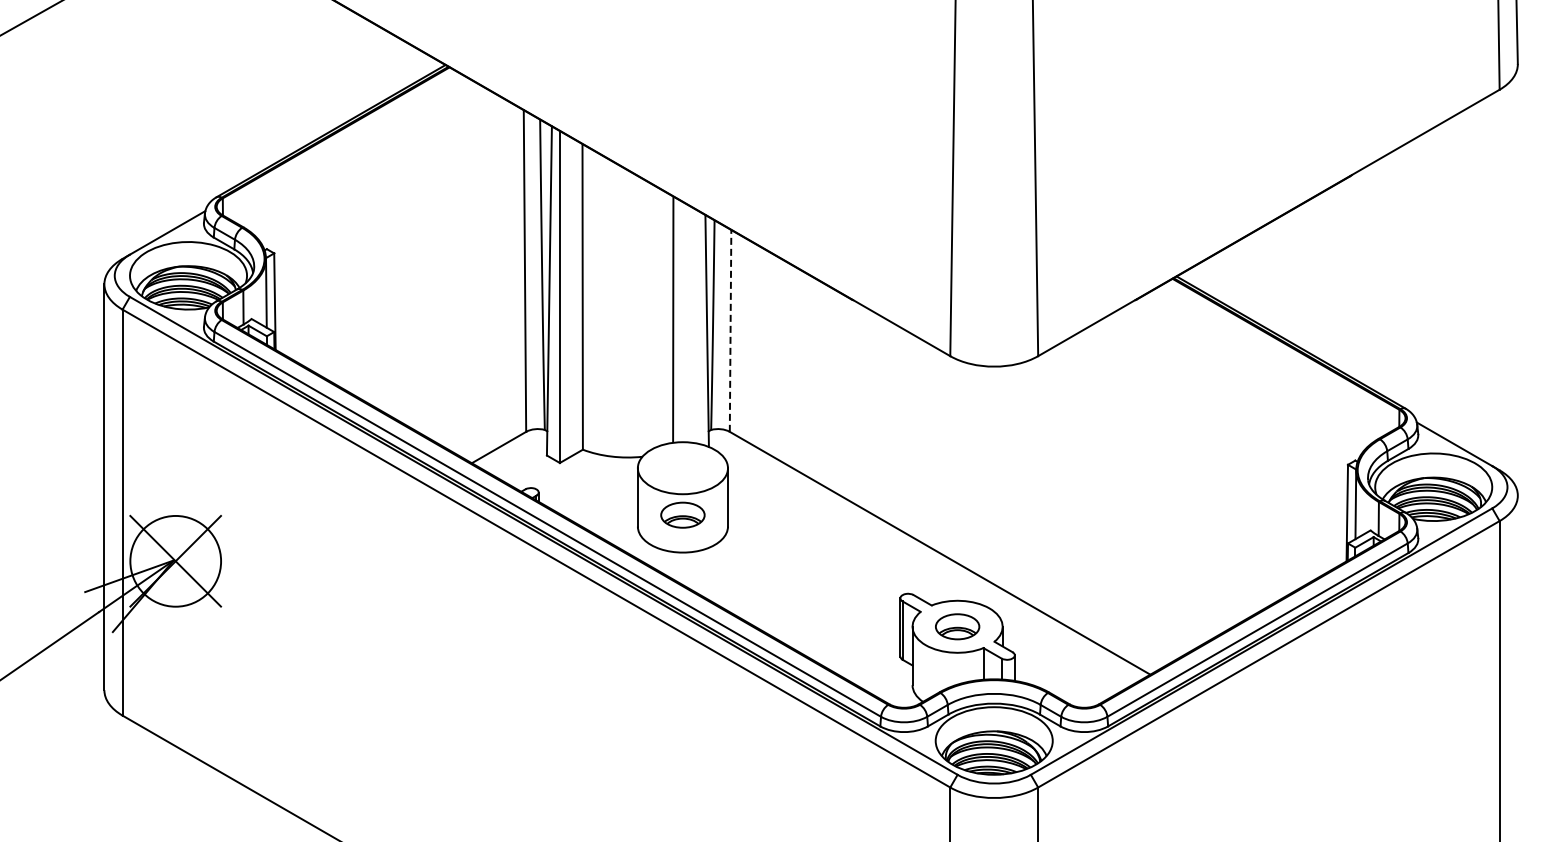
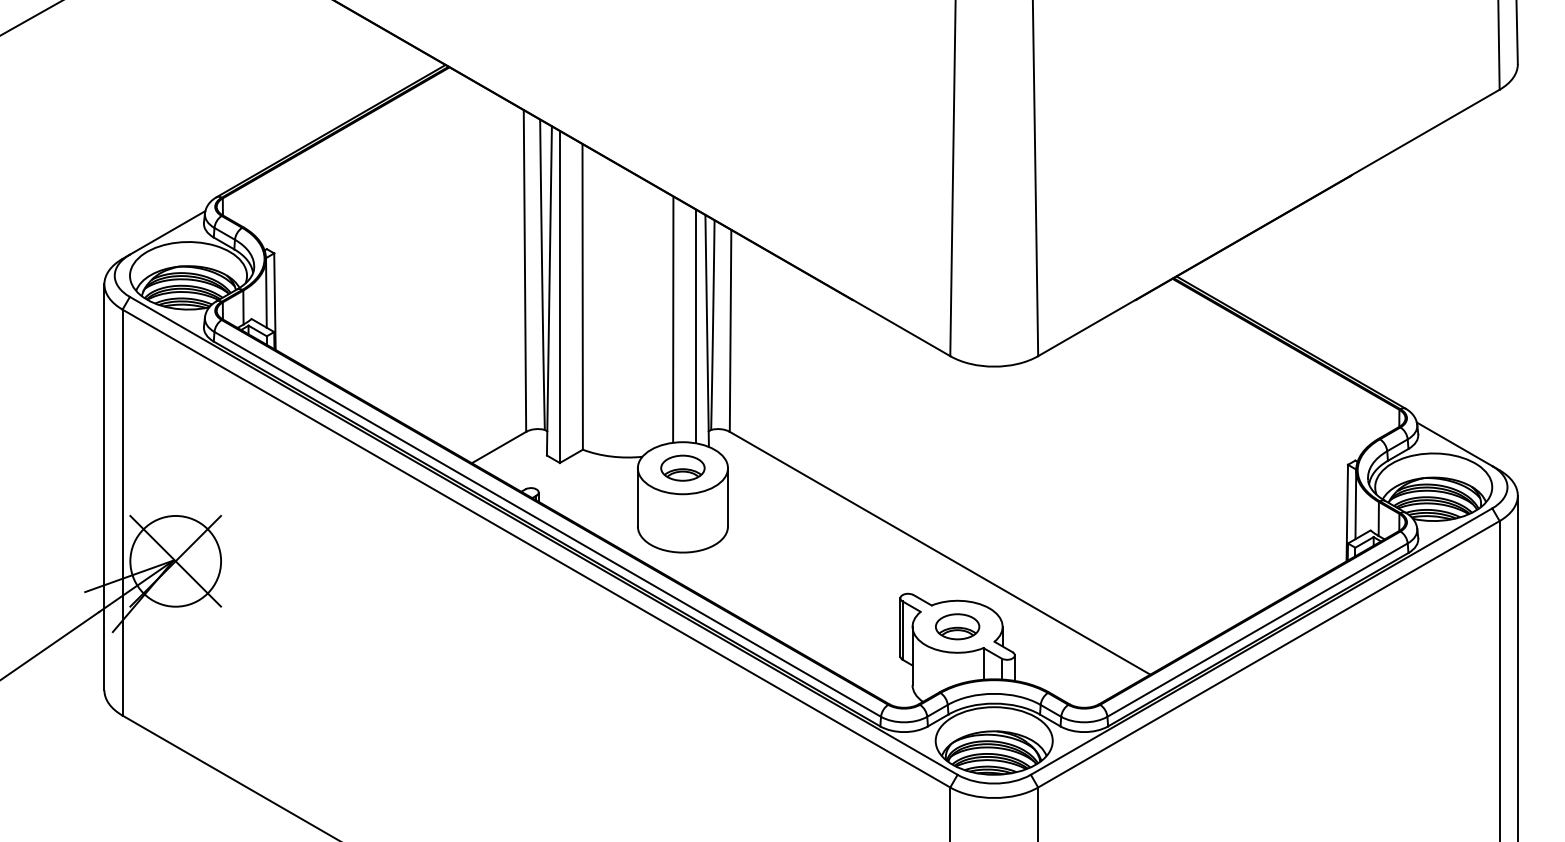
line at (696, 326): none -> present
line at (730, 330): dashed -> solid
part at (682, 514) position: (682, 514) -> (682, 467)
line at (1517, 666): none -> present
